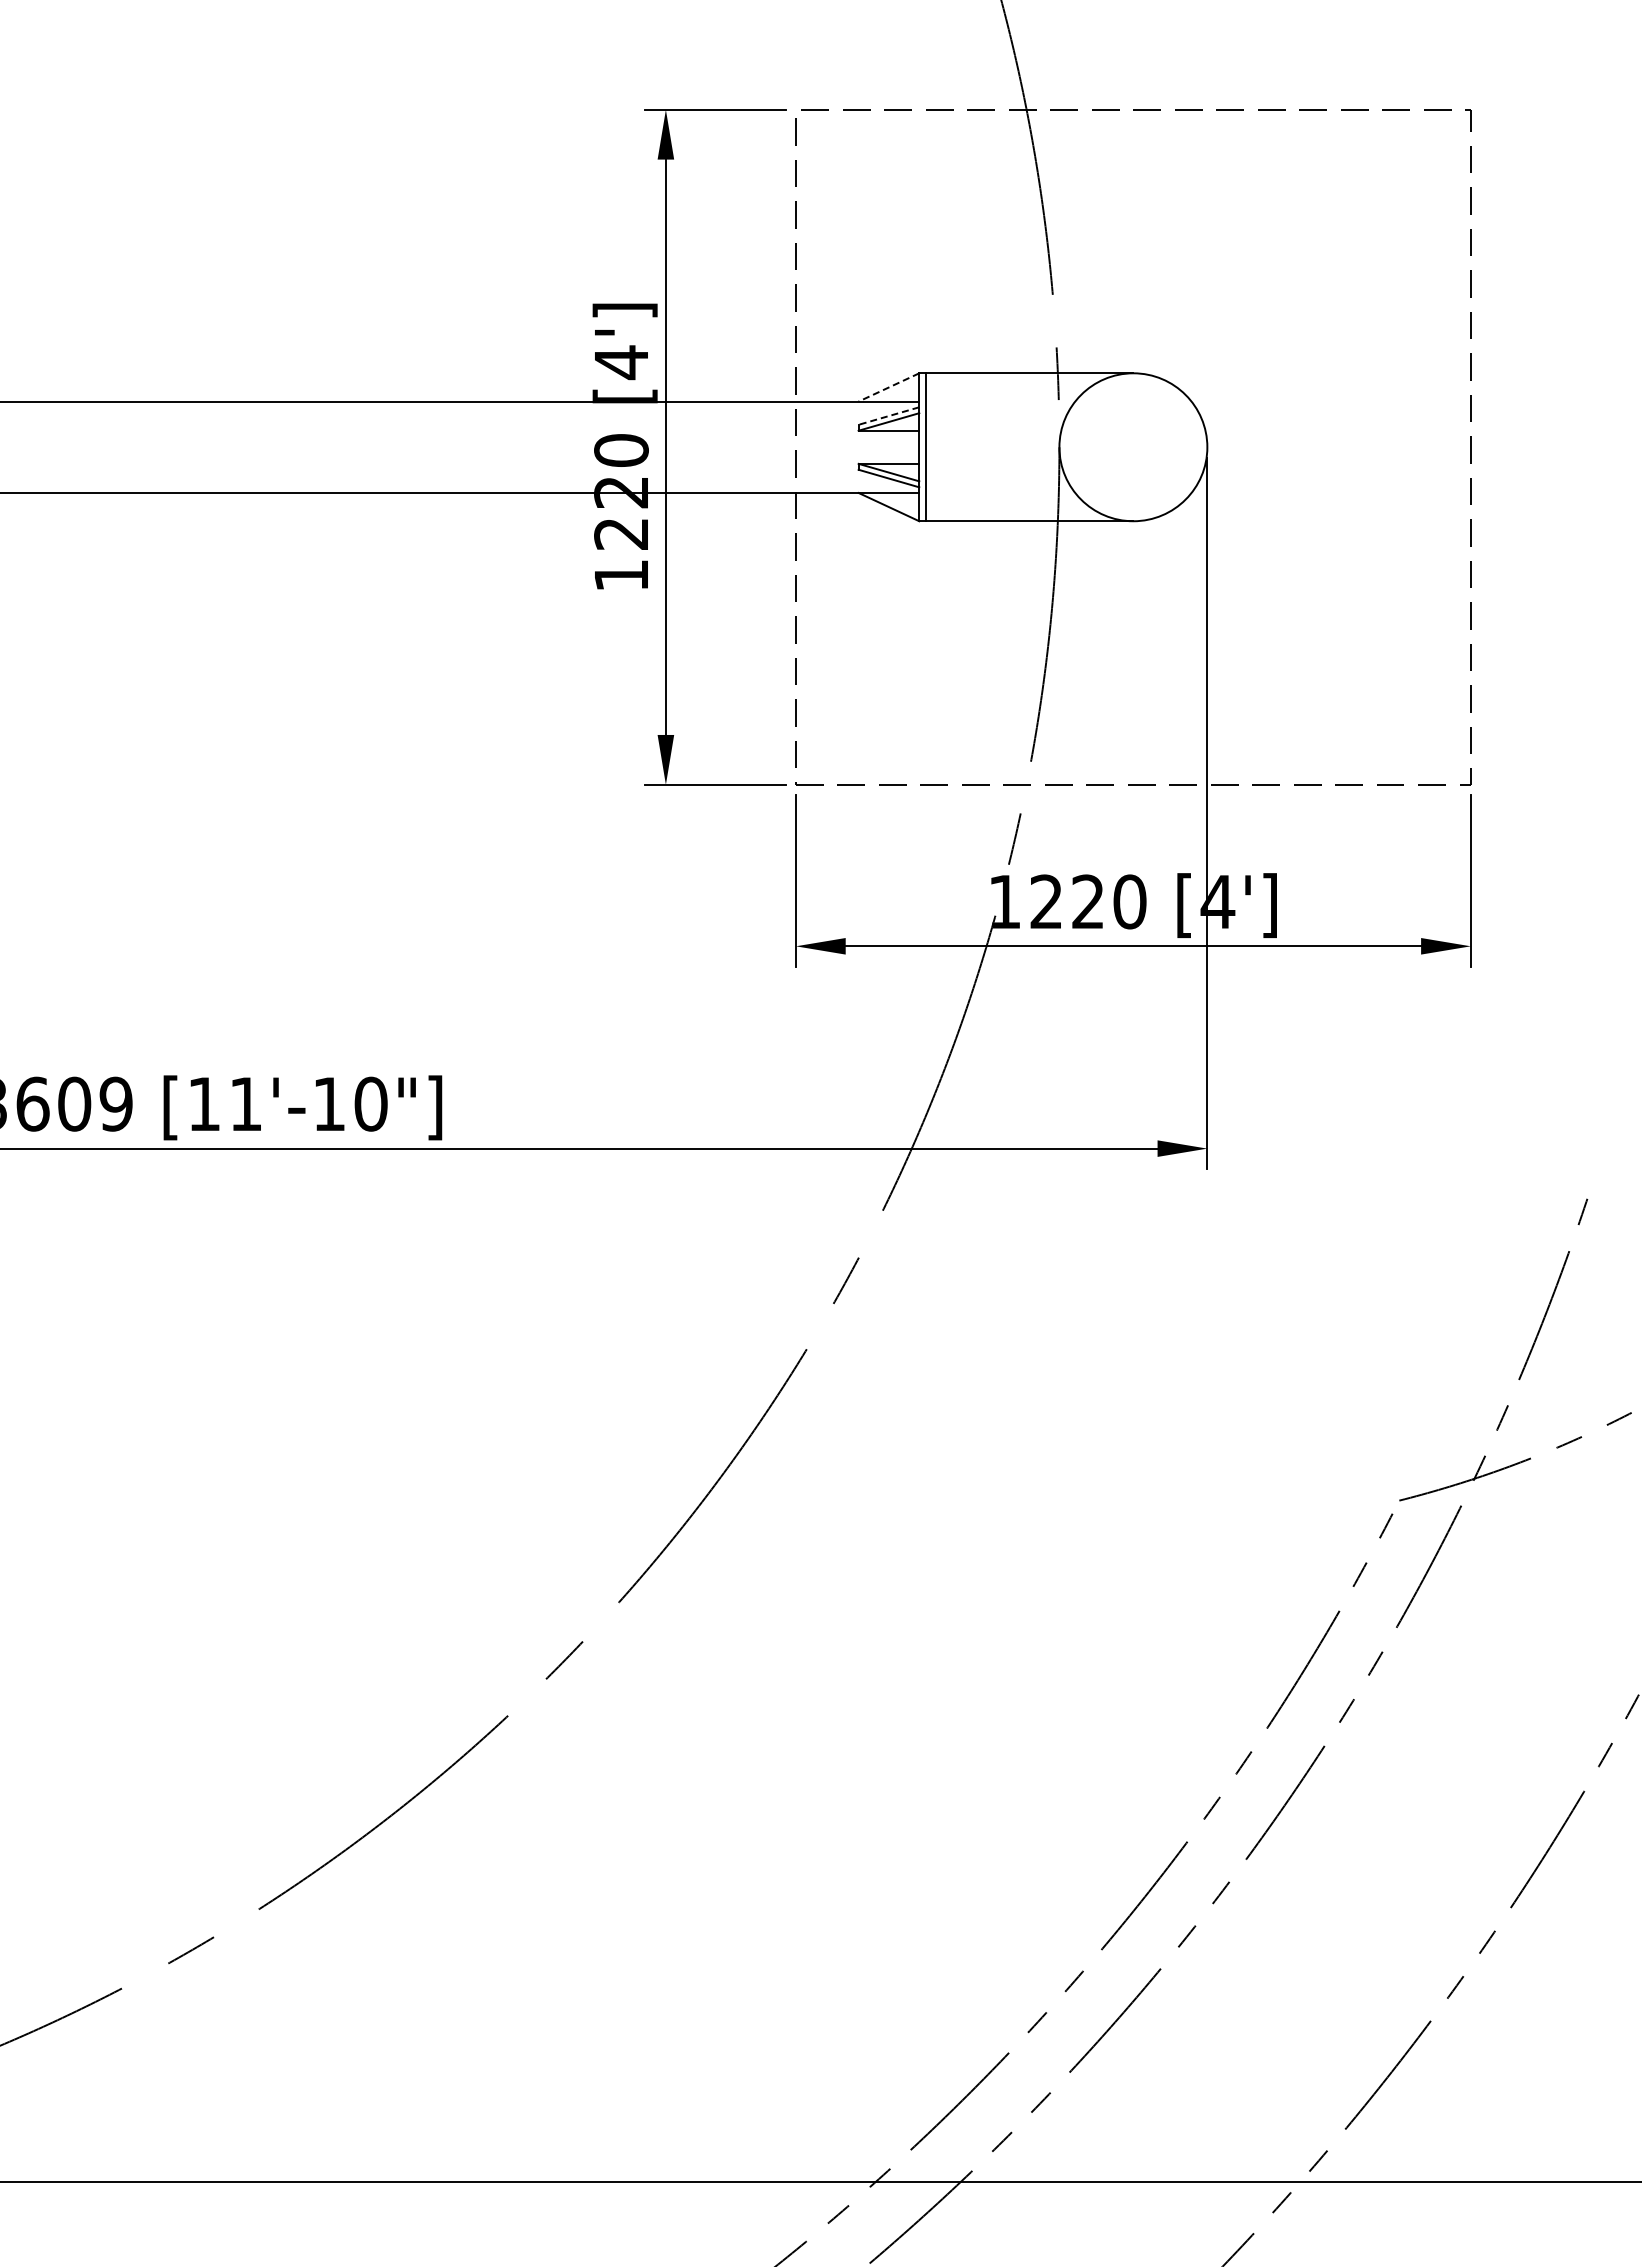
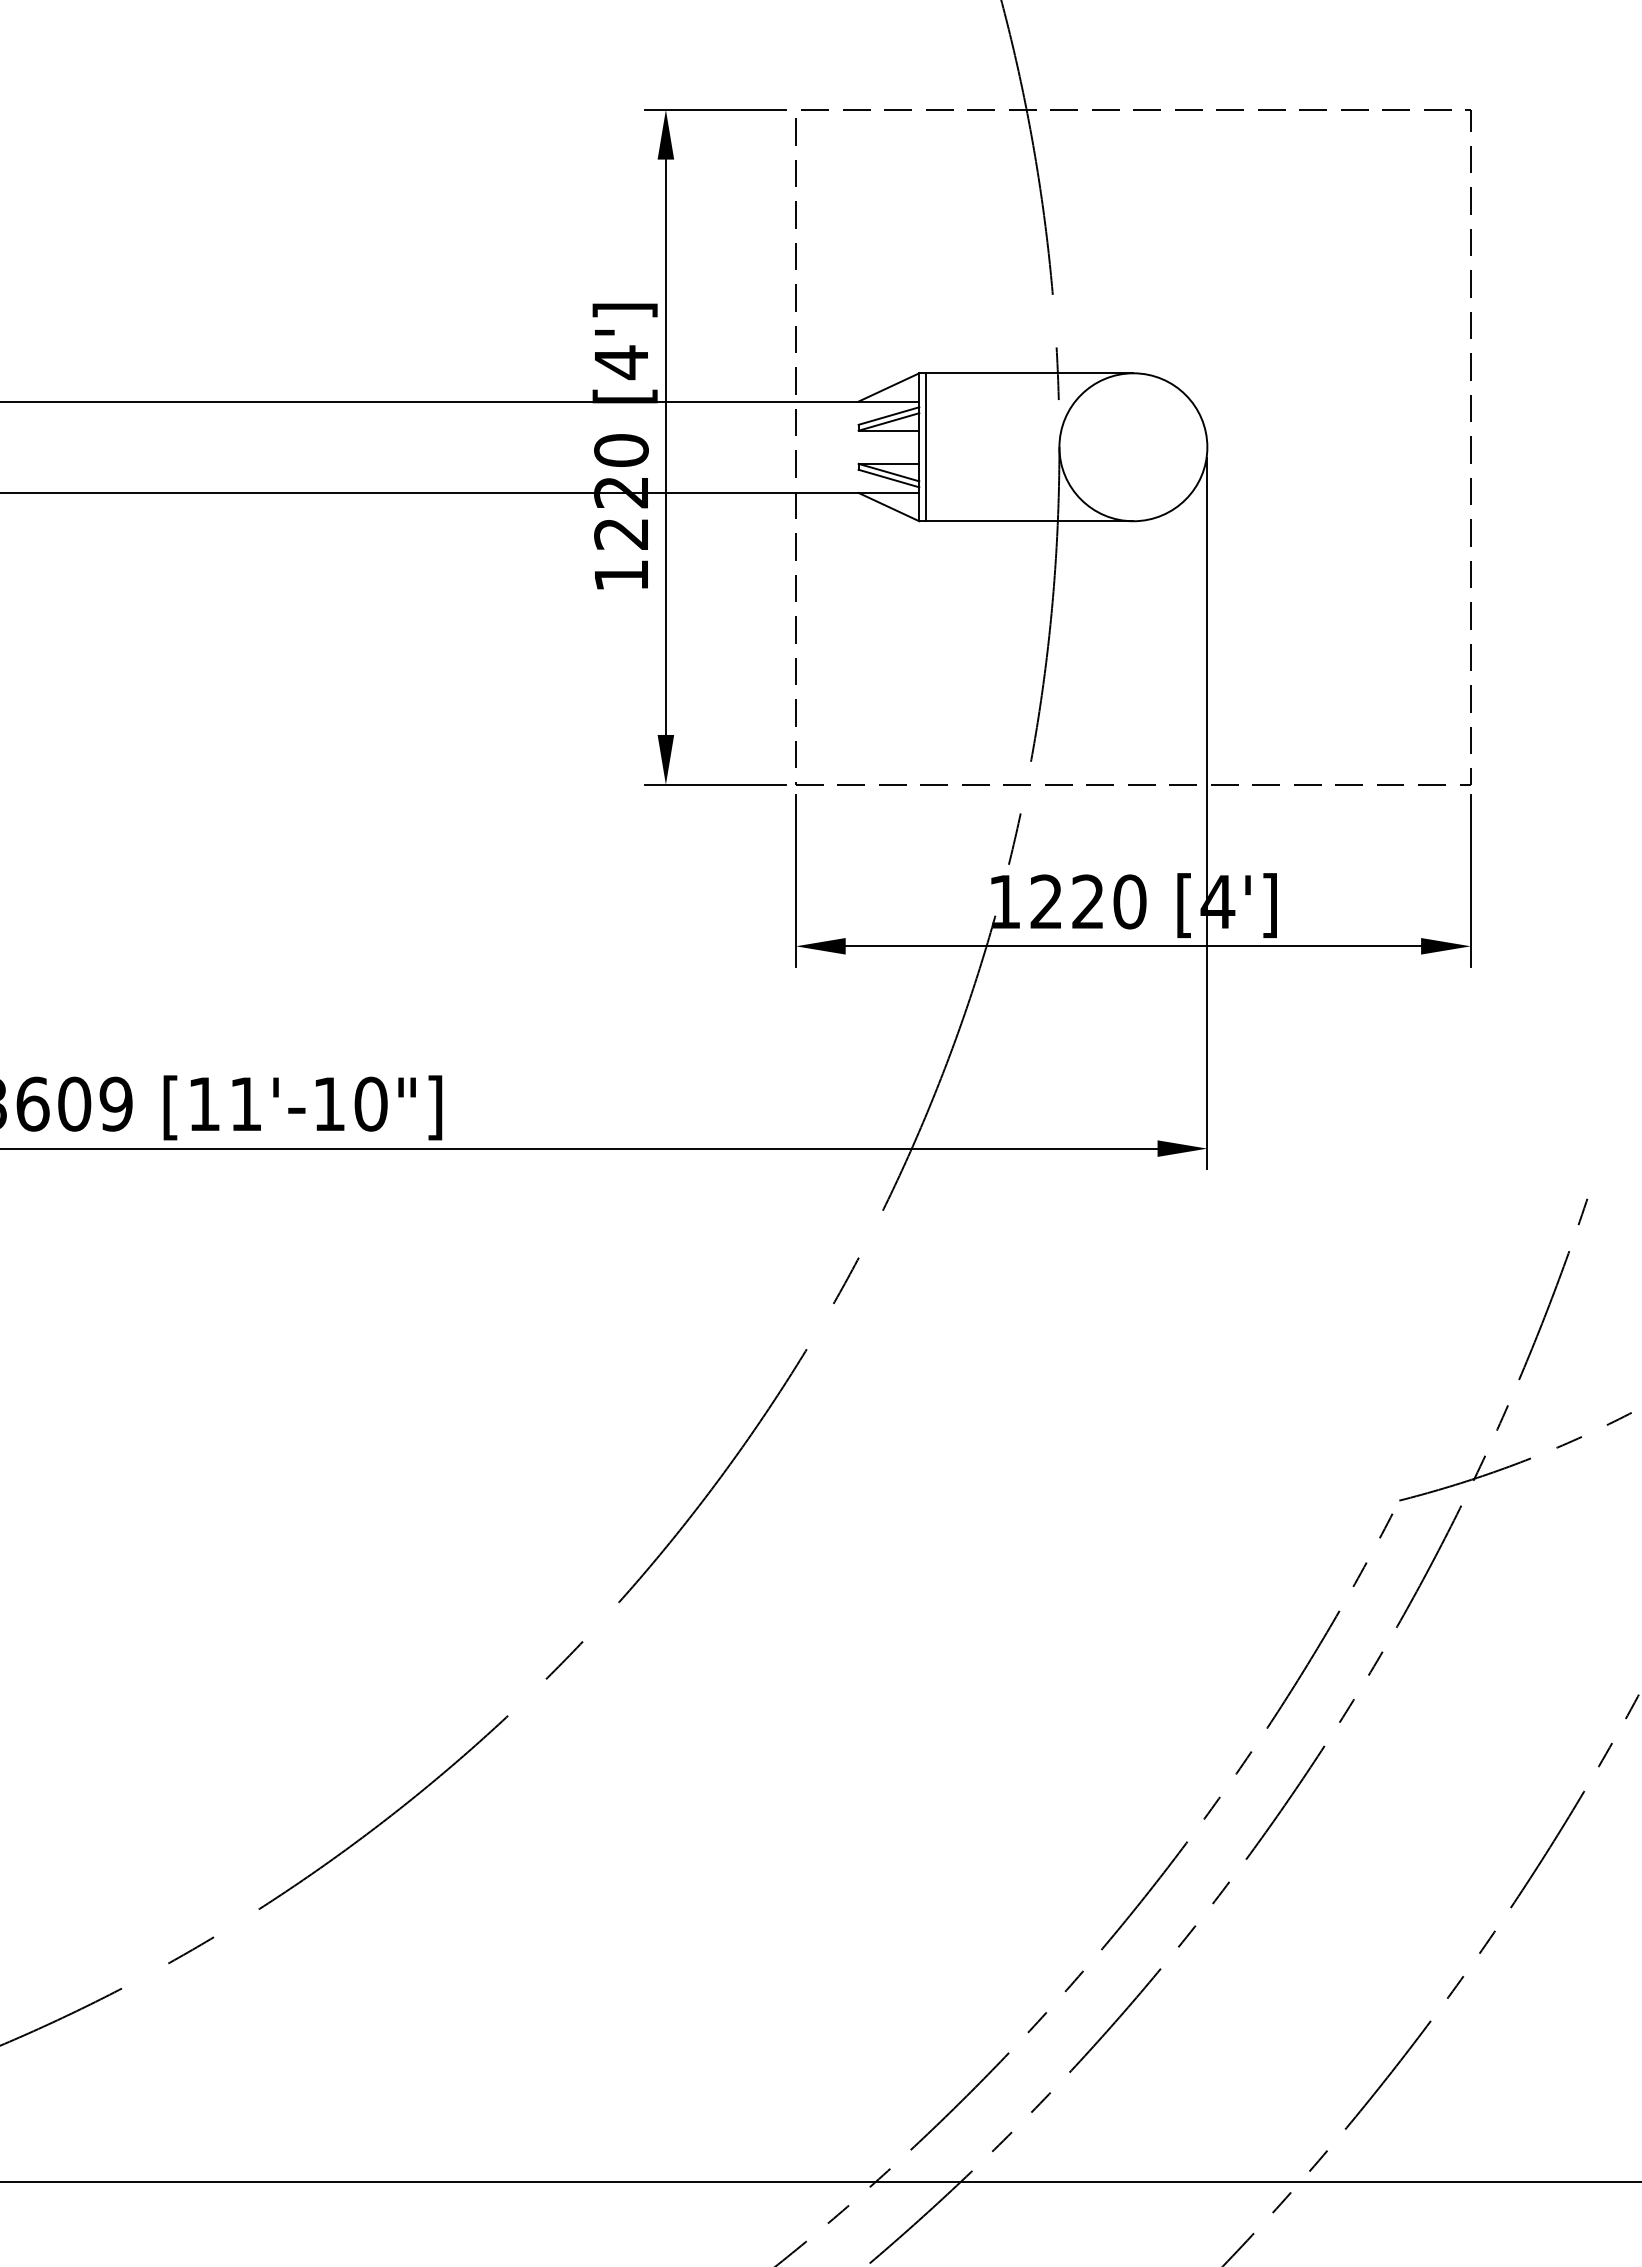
line at (888, 387): dashed -> solid
line at (888, 416): dashed -> solid
